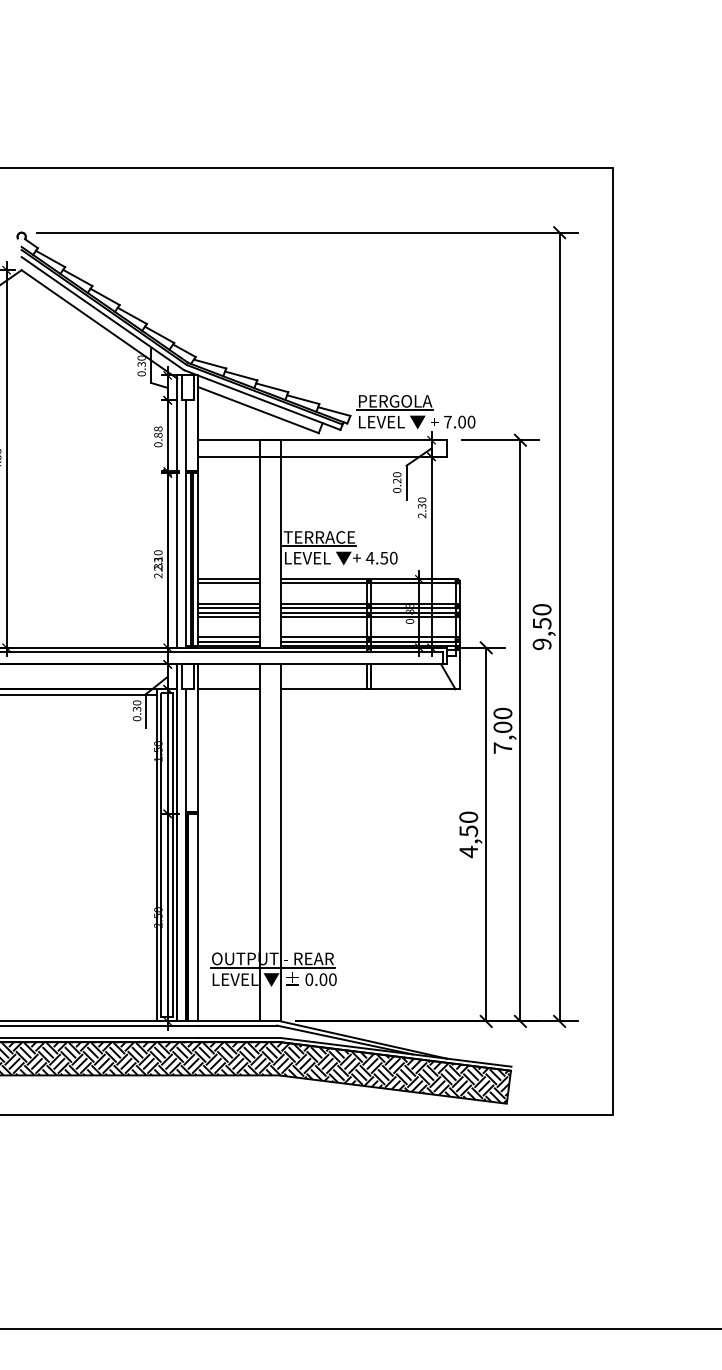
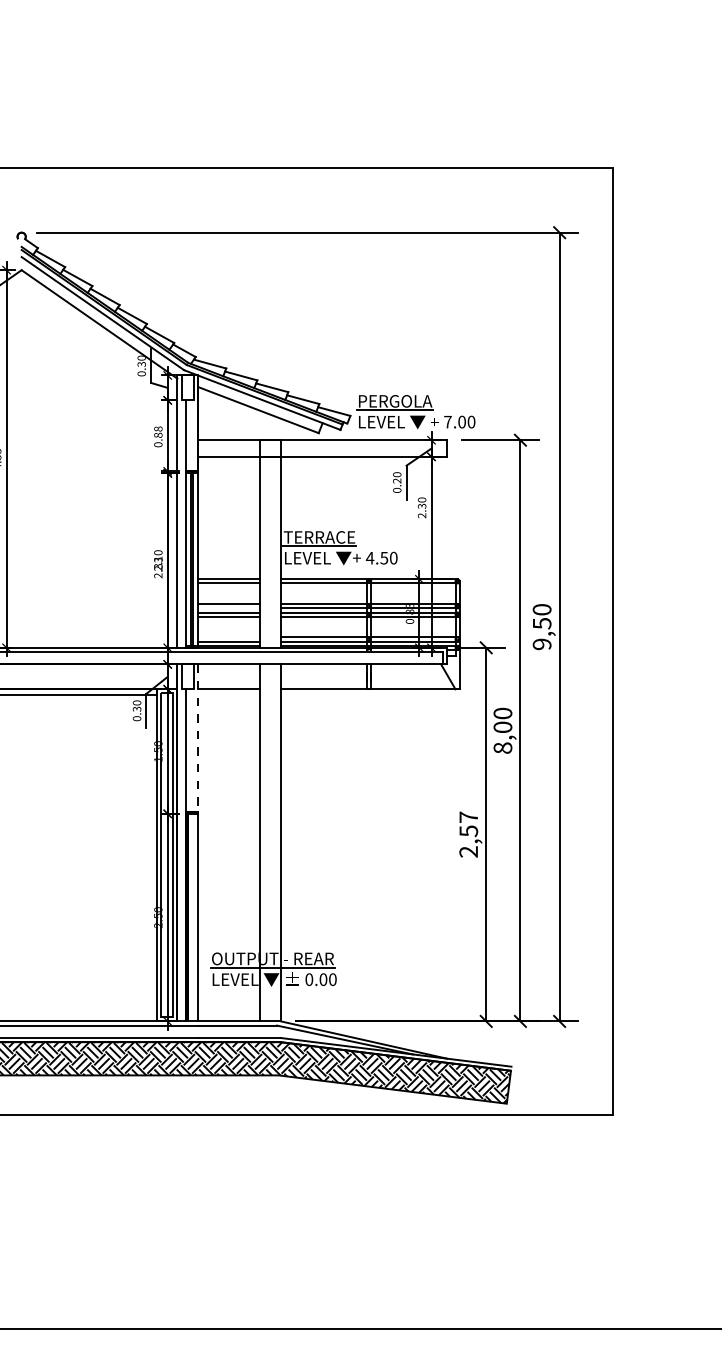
line at (229, 608): present -> none
line at (229, 637): present -> none
line at (198, 738): solid -> dashed
text at (502, 747): 7,00 -> 8,00
text at (468, 834): 4,50 -> 2,57
